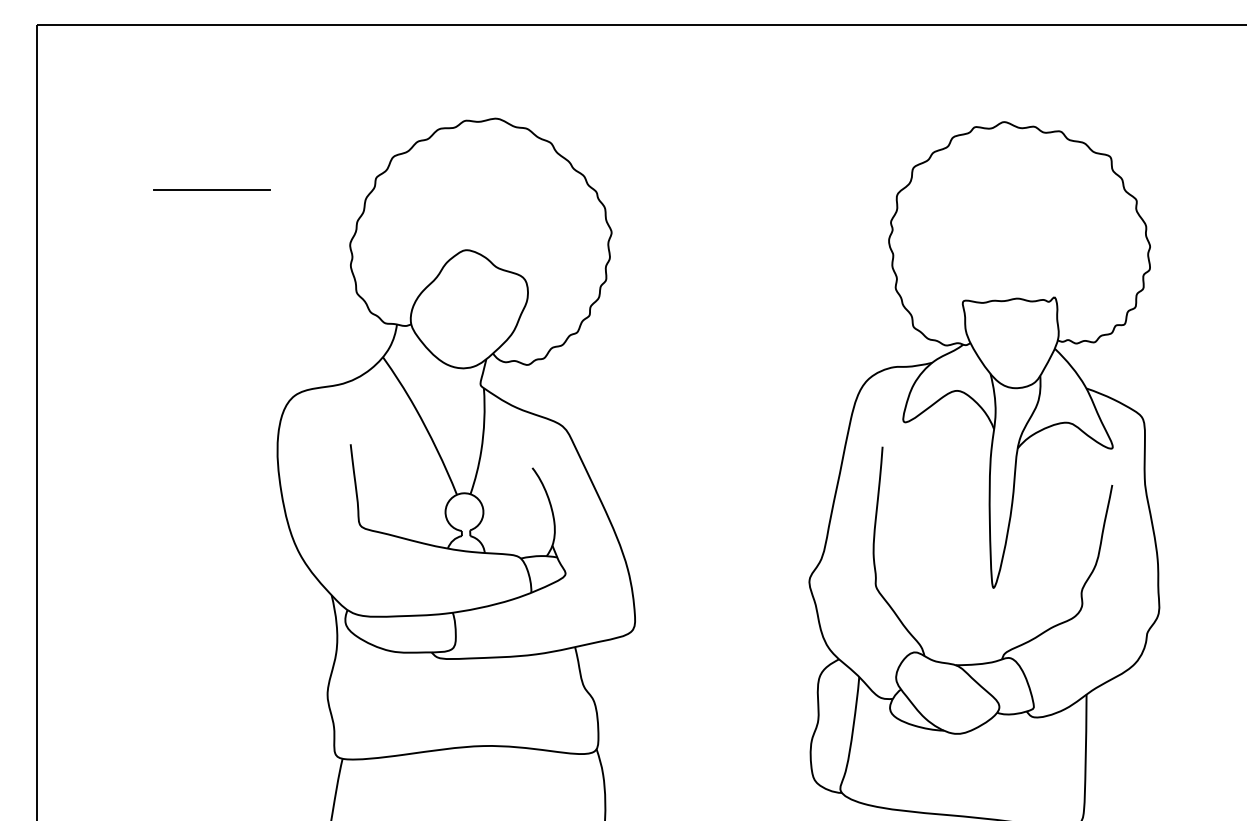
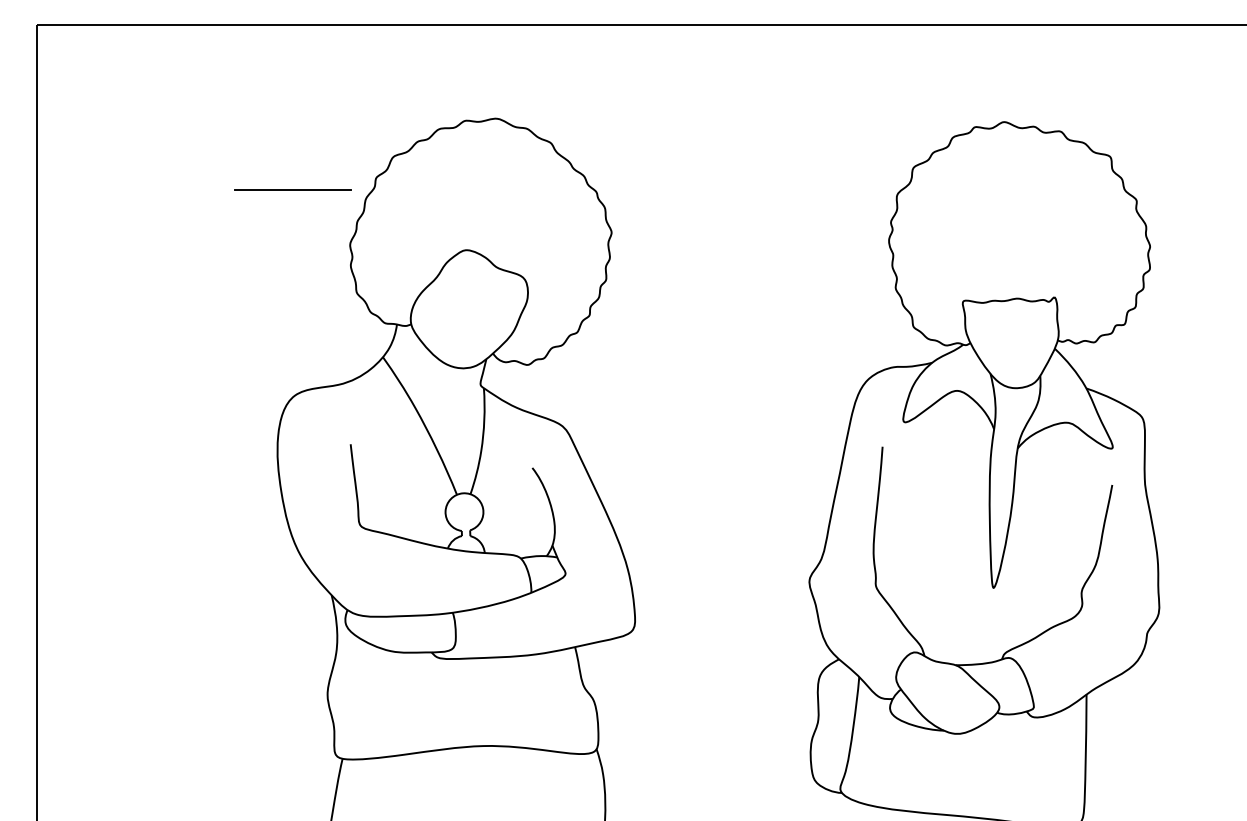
line at (211, 189) position: (211, 189) -> (292, 189)
